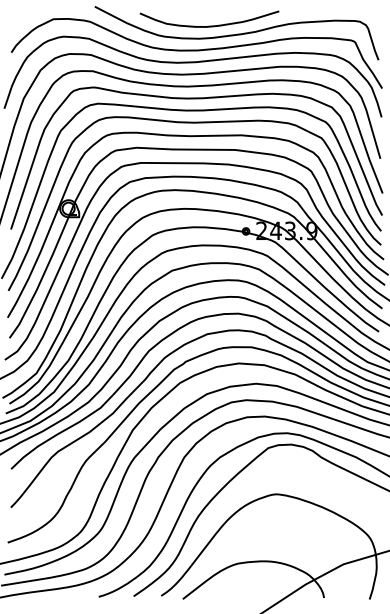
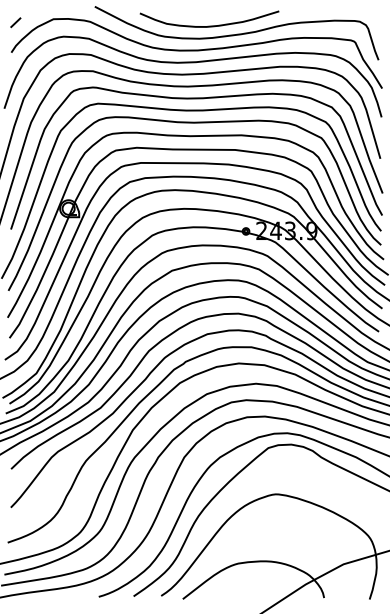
line at (15, 22): none -> present
